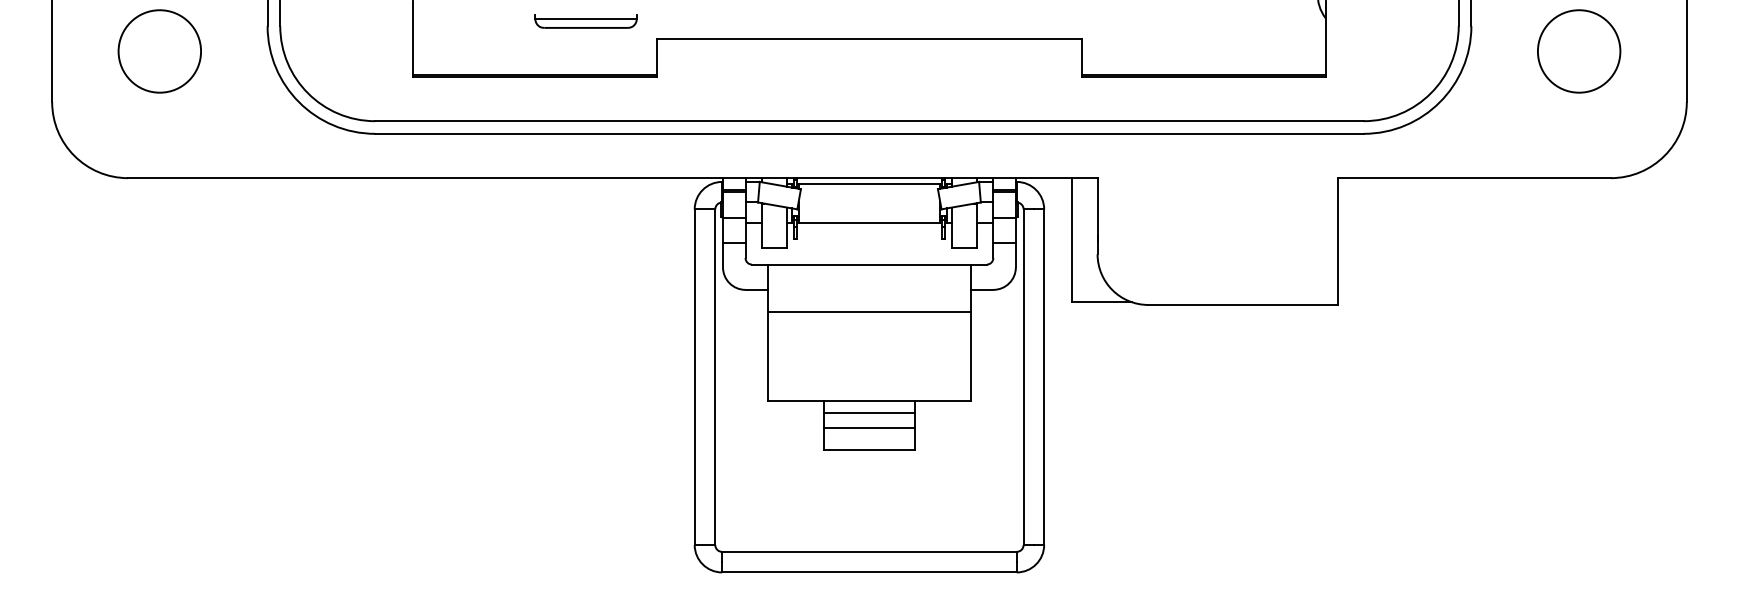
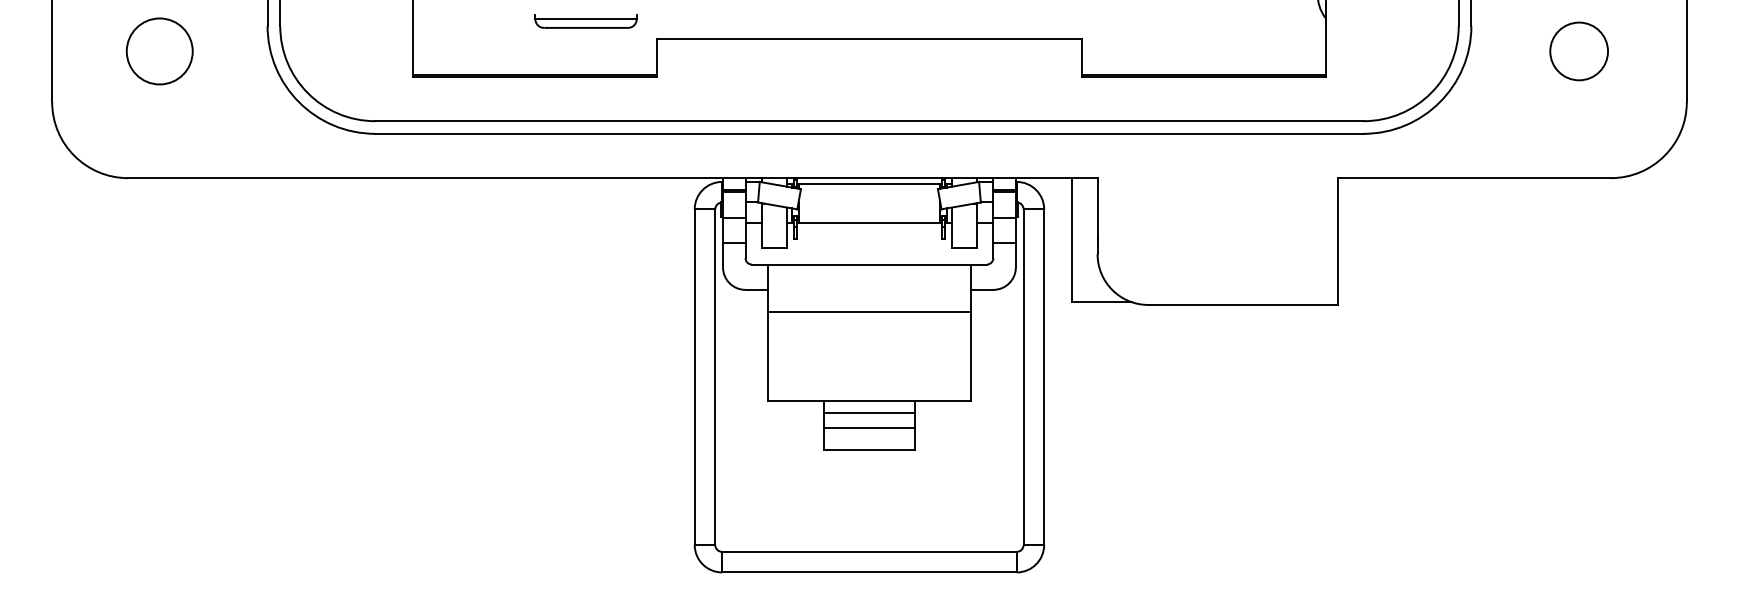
circle at (159, 51) size: 85x85 px -> 69x69 px
circle at (1578, 51) diameter: 82 px -> 58 px
